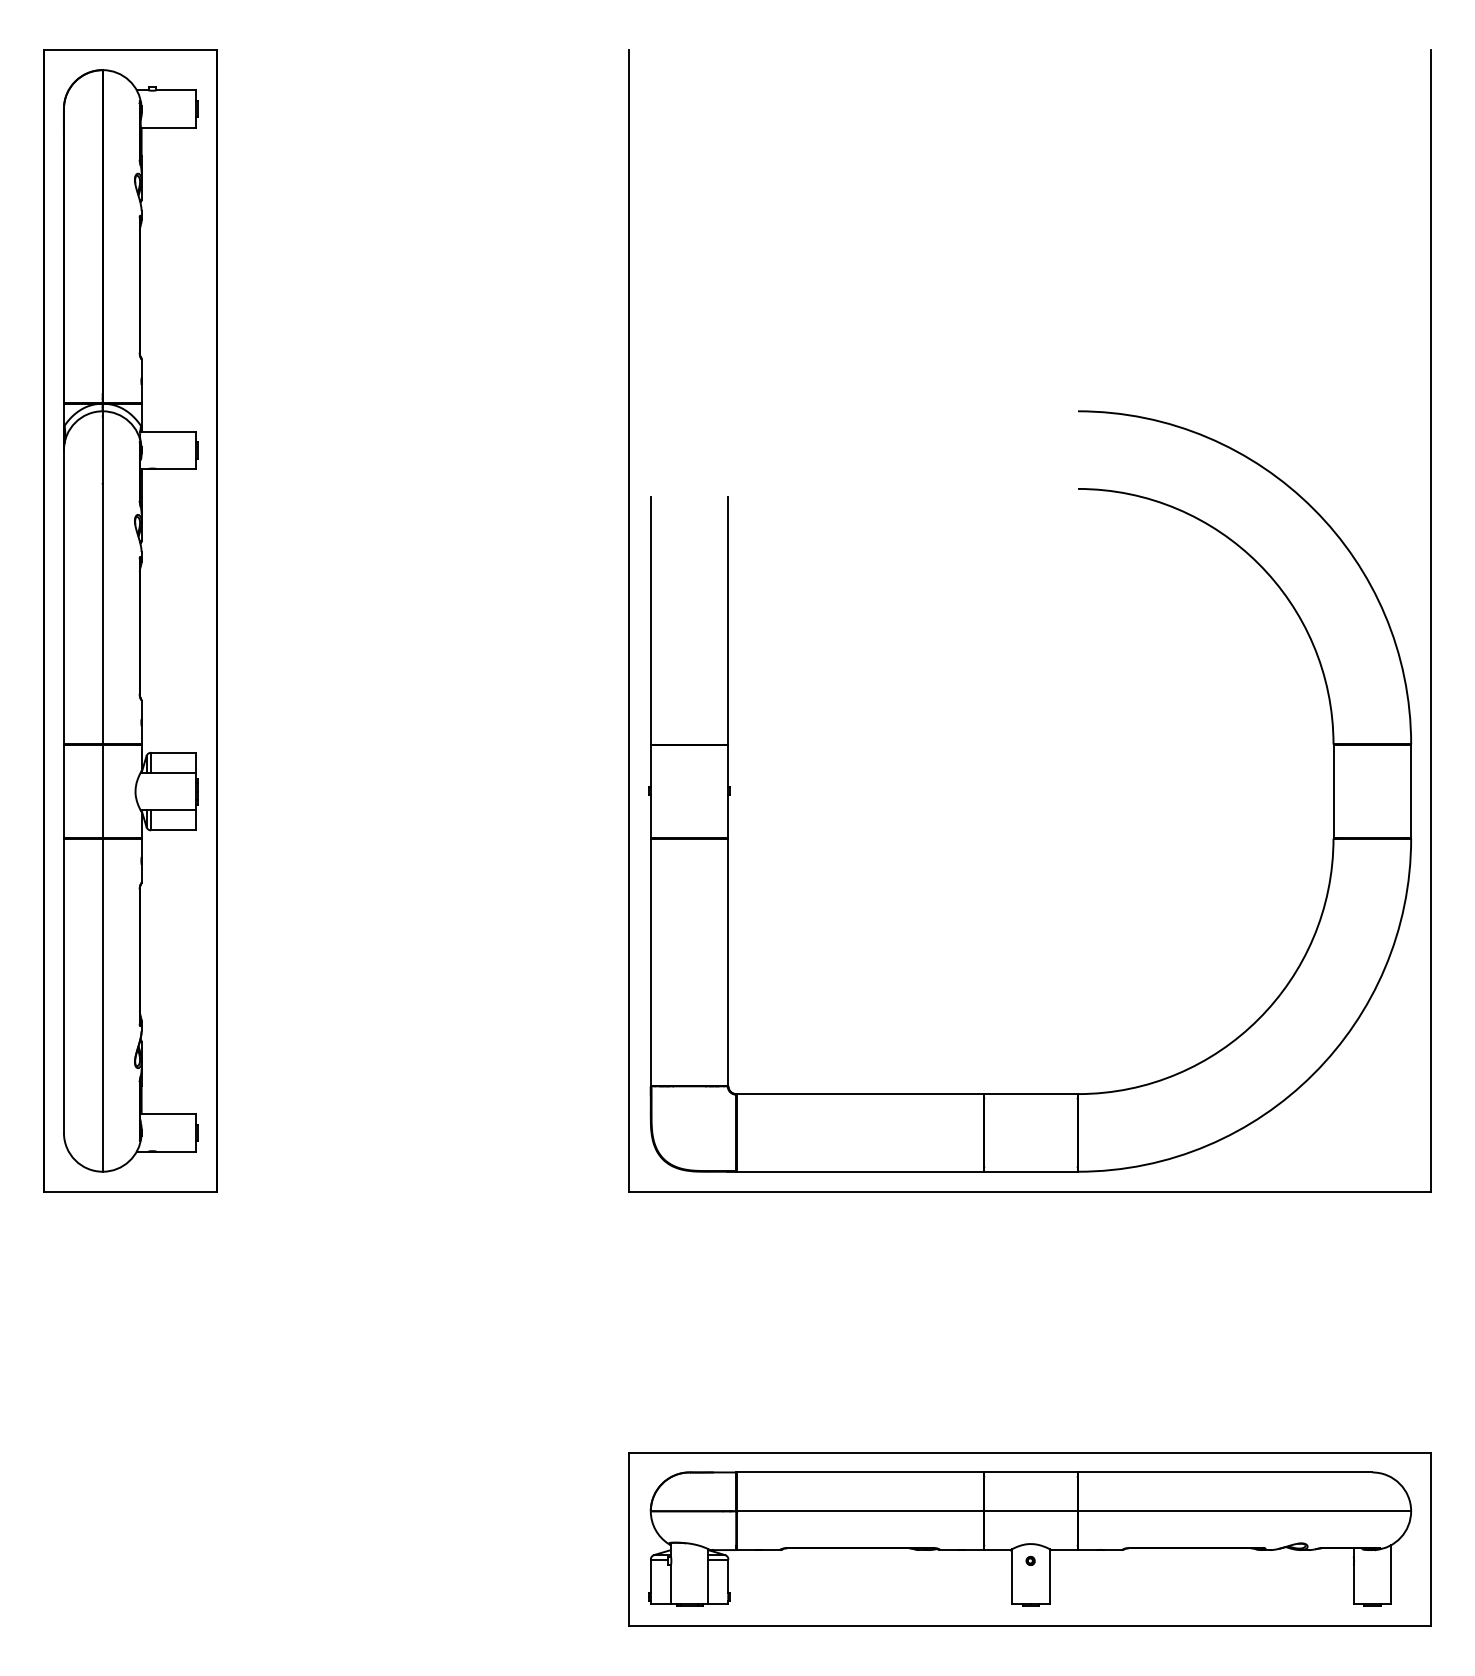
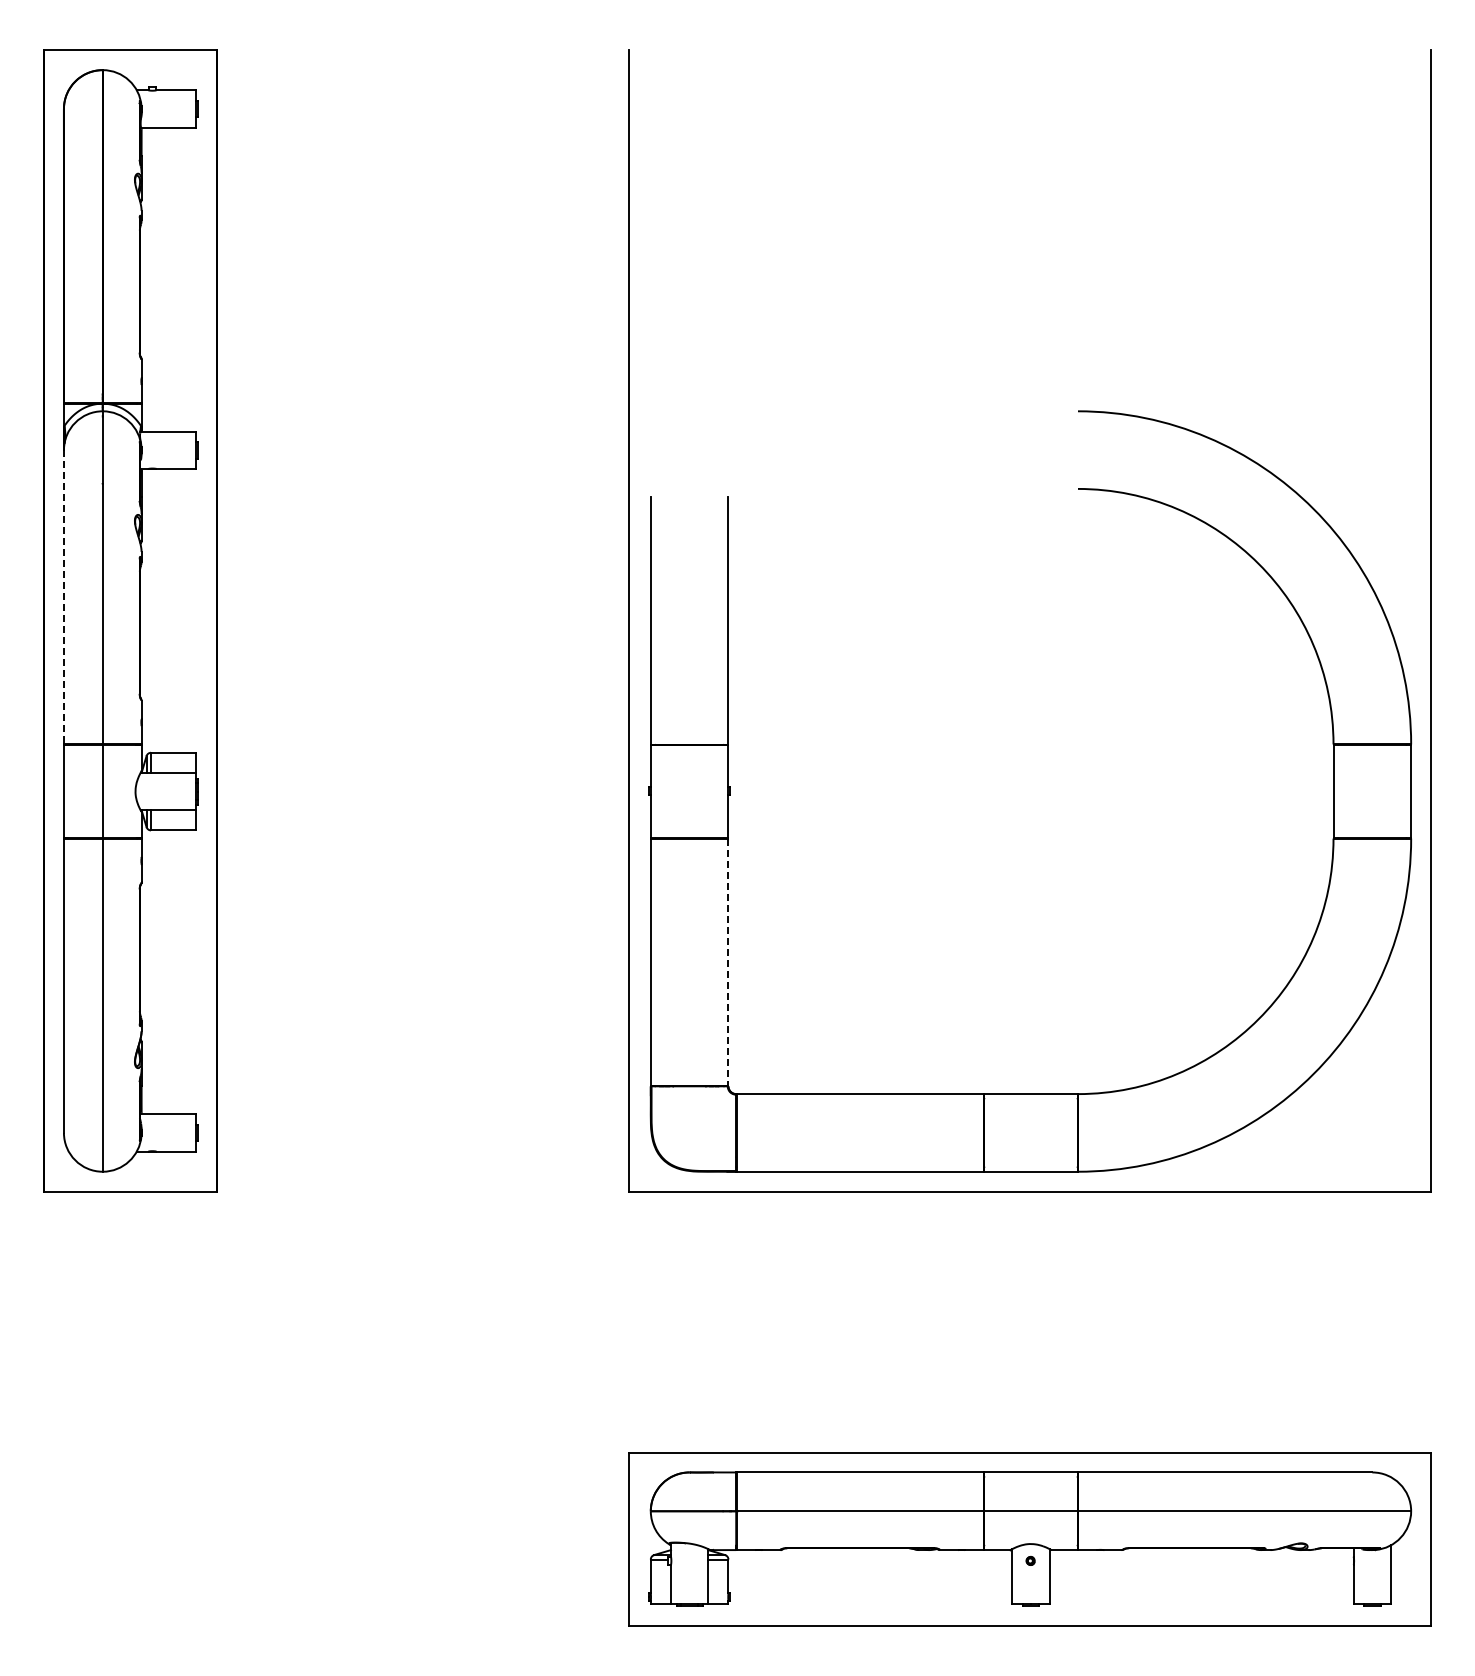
line at (63, 597): solid -> dashed
line at (728, 962): solid -> dashed
